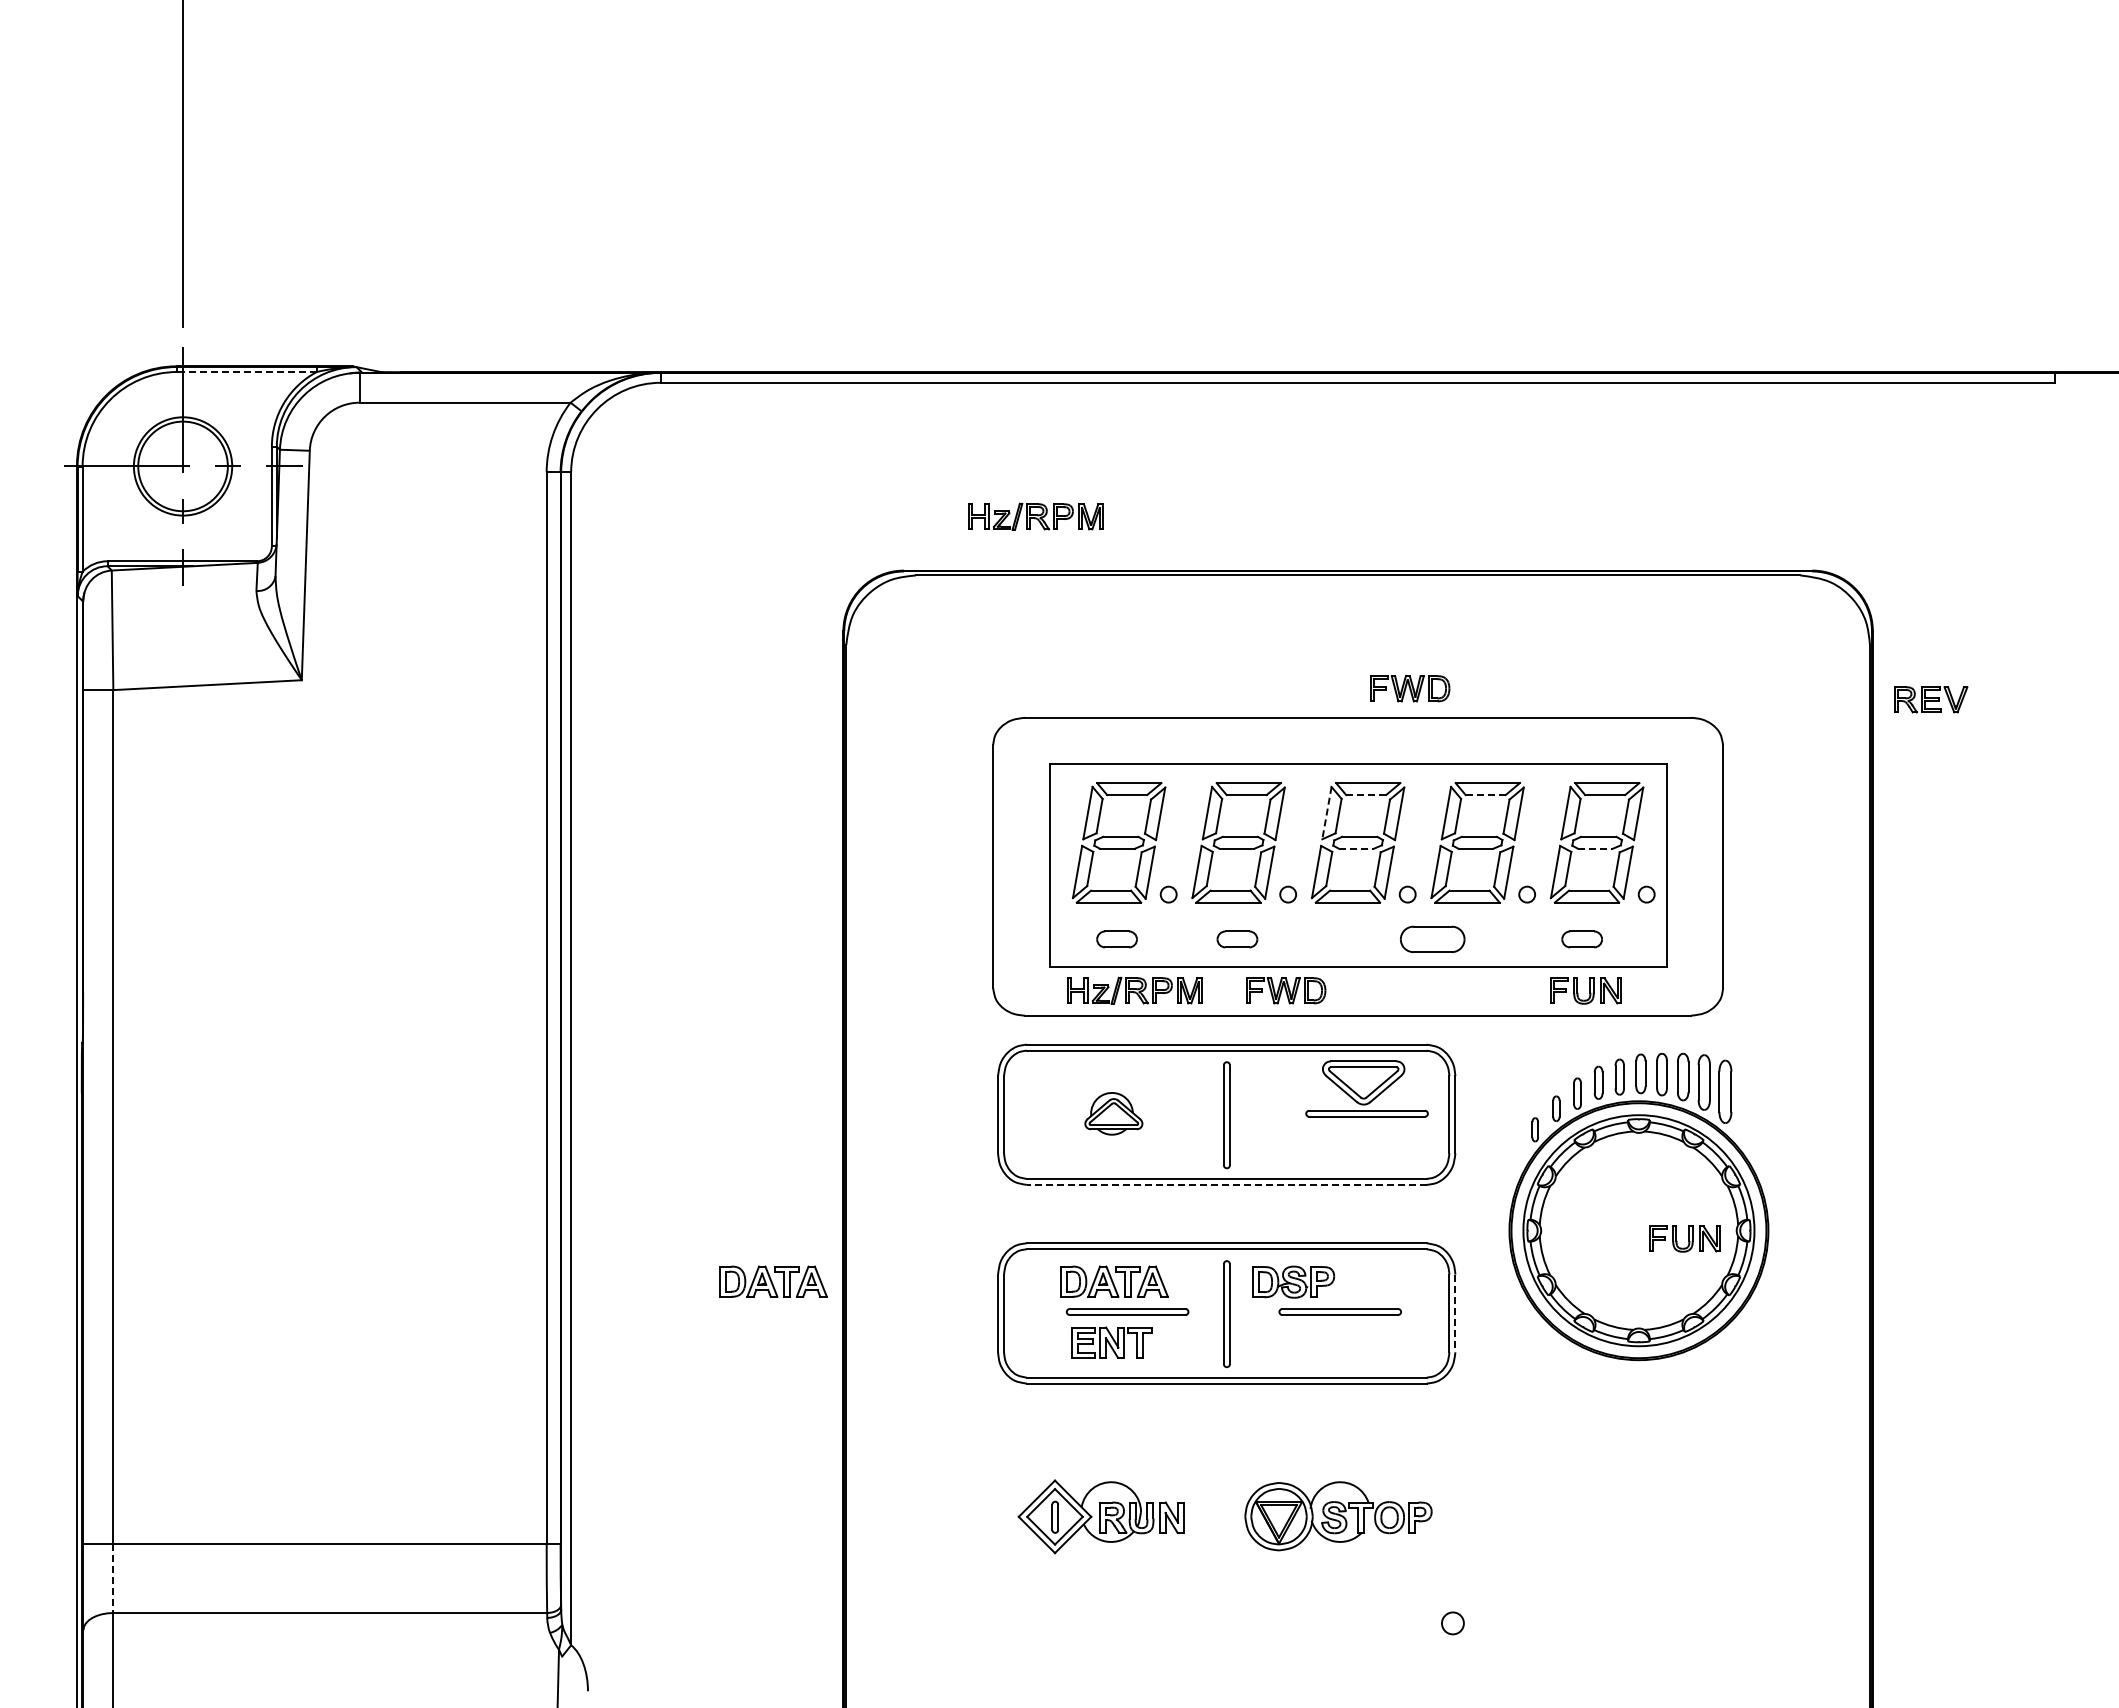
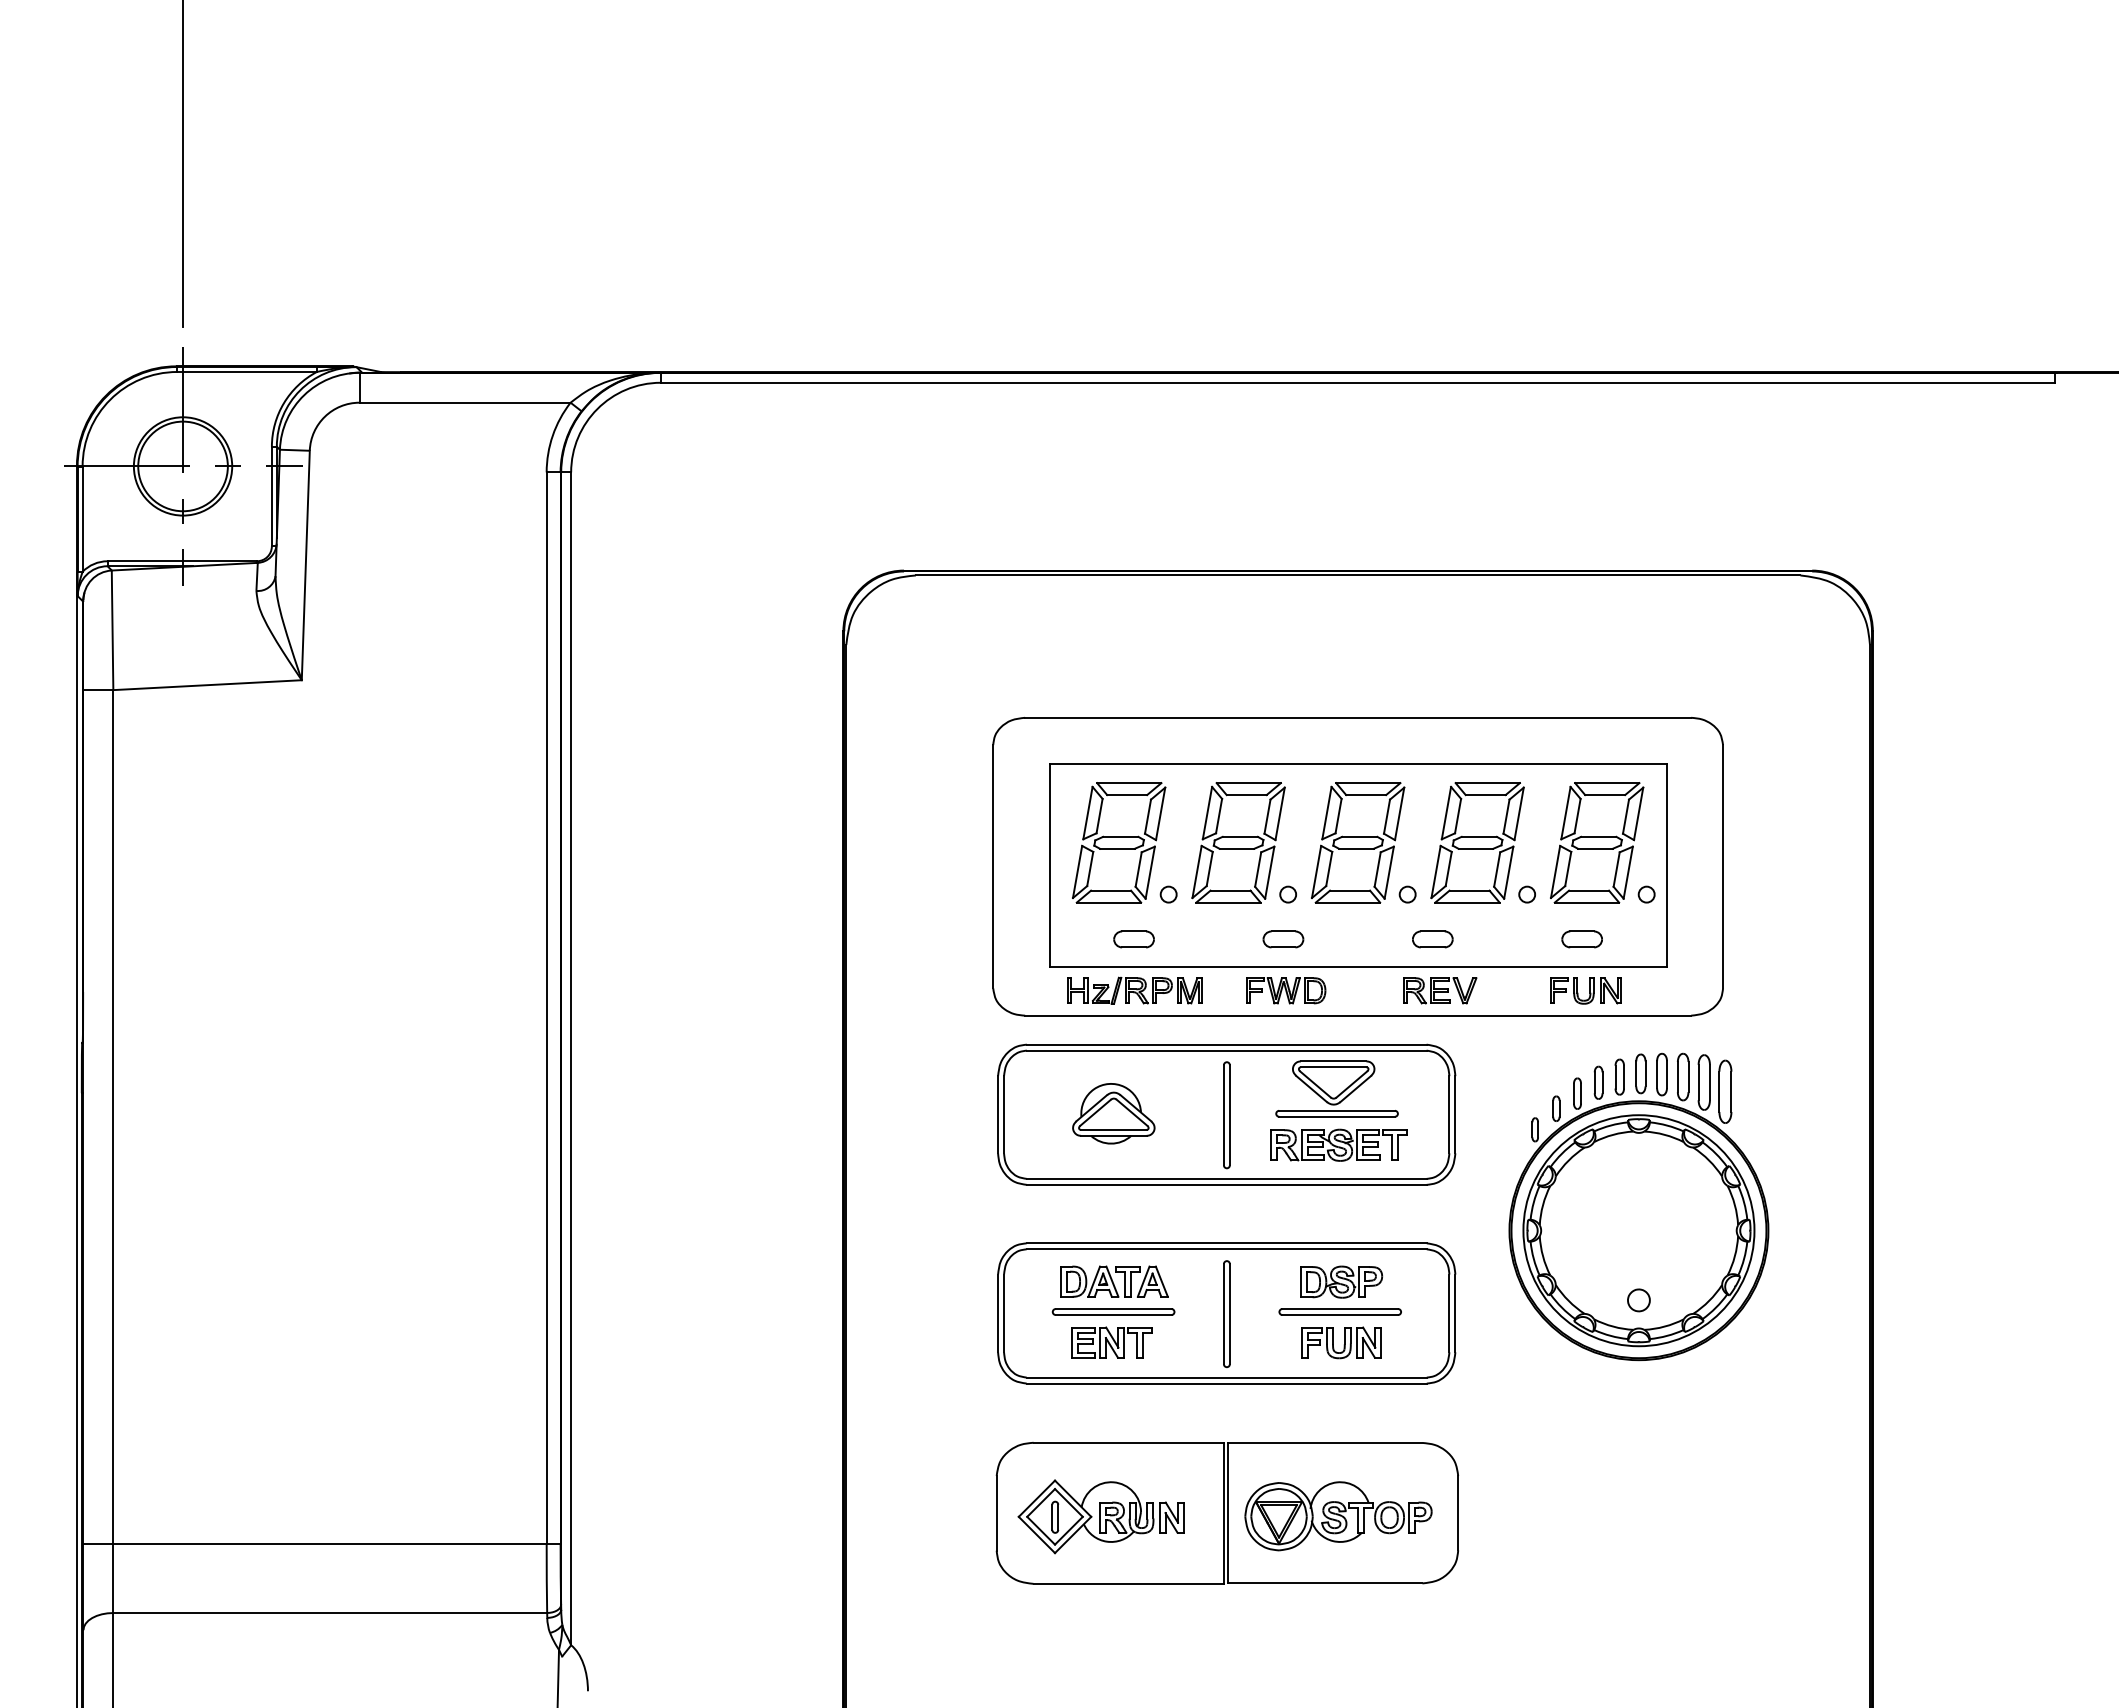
line at (247, 372): dashed -> solid
part at (1035, 516): present -> none
part at (1410, 688): present -> none
part at (1931, 699) position: (1931, 699) -> (1440, 990)
line at (1366, 795): dashed -> solid
line at (1485, 795): dashed -> solid
line at (1326, 813): dashed -> solid
line at (1356, 848): dashed -> solid
line at (1595, 848): dashed -> solid
part at (1432, 938) size: 66x28 px -> 42x19 px
part at (1116, 939) position: (1116, 939) -> (1133, 939)
part at (1237, 939) position: (1237, 939) -> (1283, 939)
part at (1366, 1088) position: (1366, 1088) -> (1336, 1088)
part at (1113, 1113) size: 60x44 px -> 84x62 px
part at (1338, 1144): none -> present
line at (1226, 1184): dashed -> solid
part at (1684, 1238): present -> none
part at (773, 1281): present -> none
part at (1293, 1281) position: (1293, 1281) -> (1341, 1281)
part at (1127, 1311) position: (1127, 1311) -> (1113, 1311)
line at (1455, 1313): dashed -> solid
part at (1341, 1342): none -> present
part at (1226, 1513): none -> present
line at (113, 1579): dashed -> solid
part at (1452, 1623) position: (1452, 1623) -> (1638, 1300)
